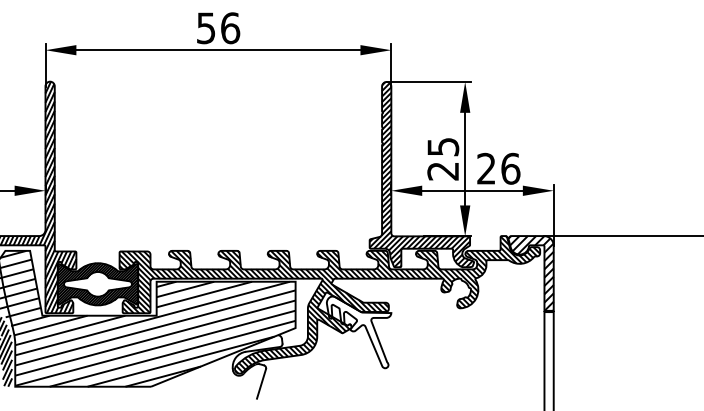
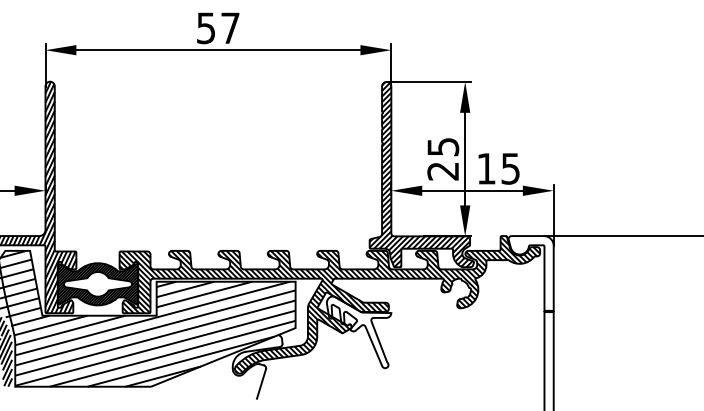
text at (230, 28): 56 -> 57
text at (498, 168): 26 -> 15
hatch at (530, 273): present -> none
